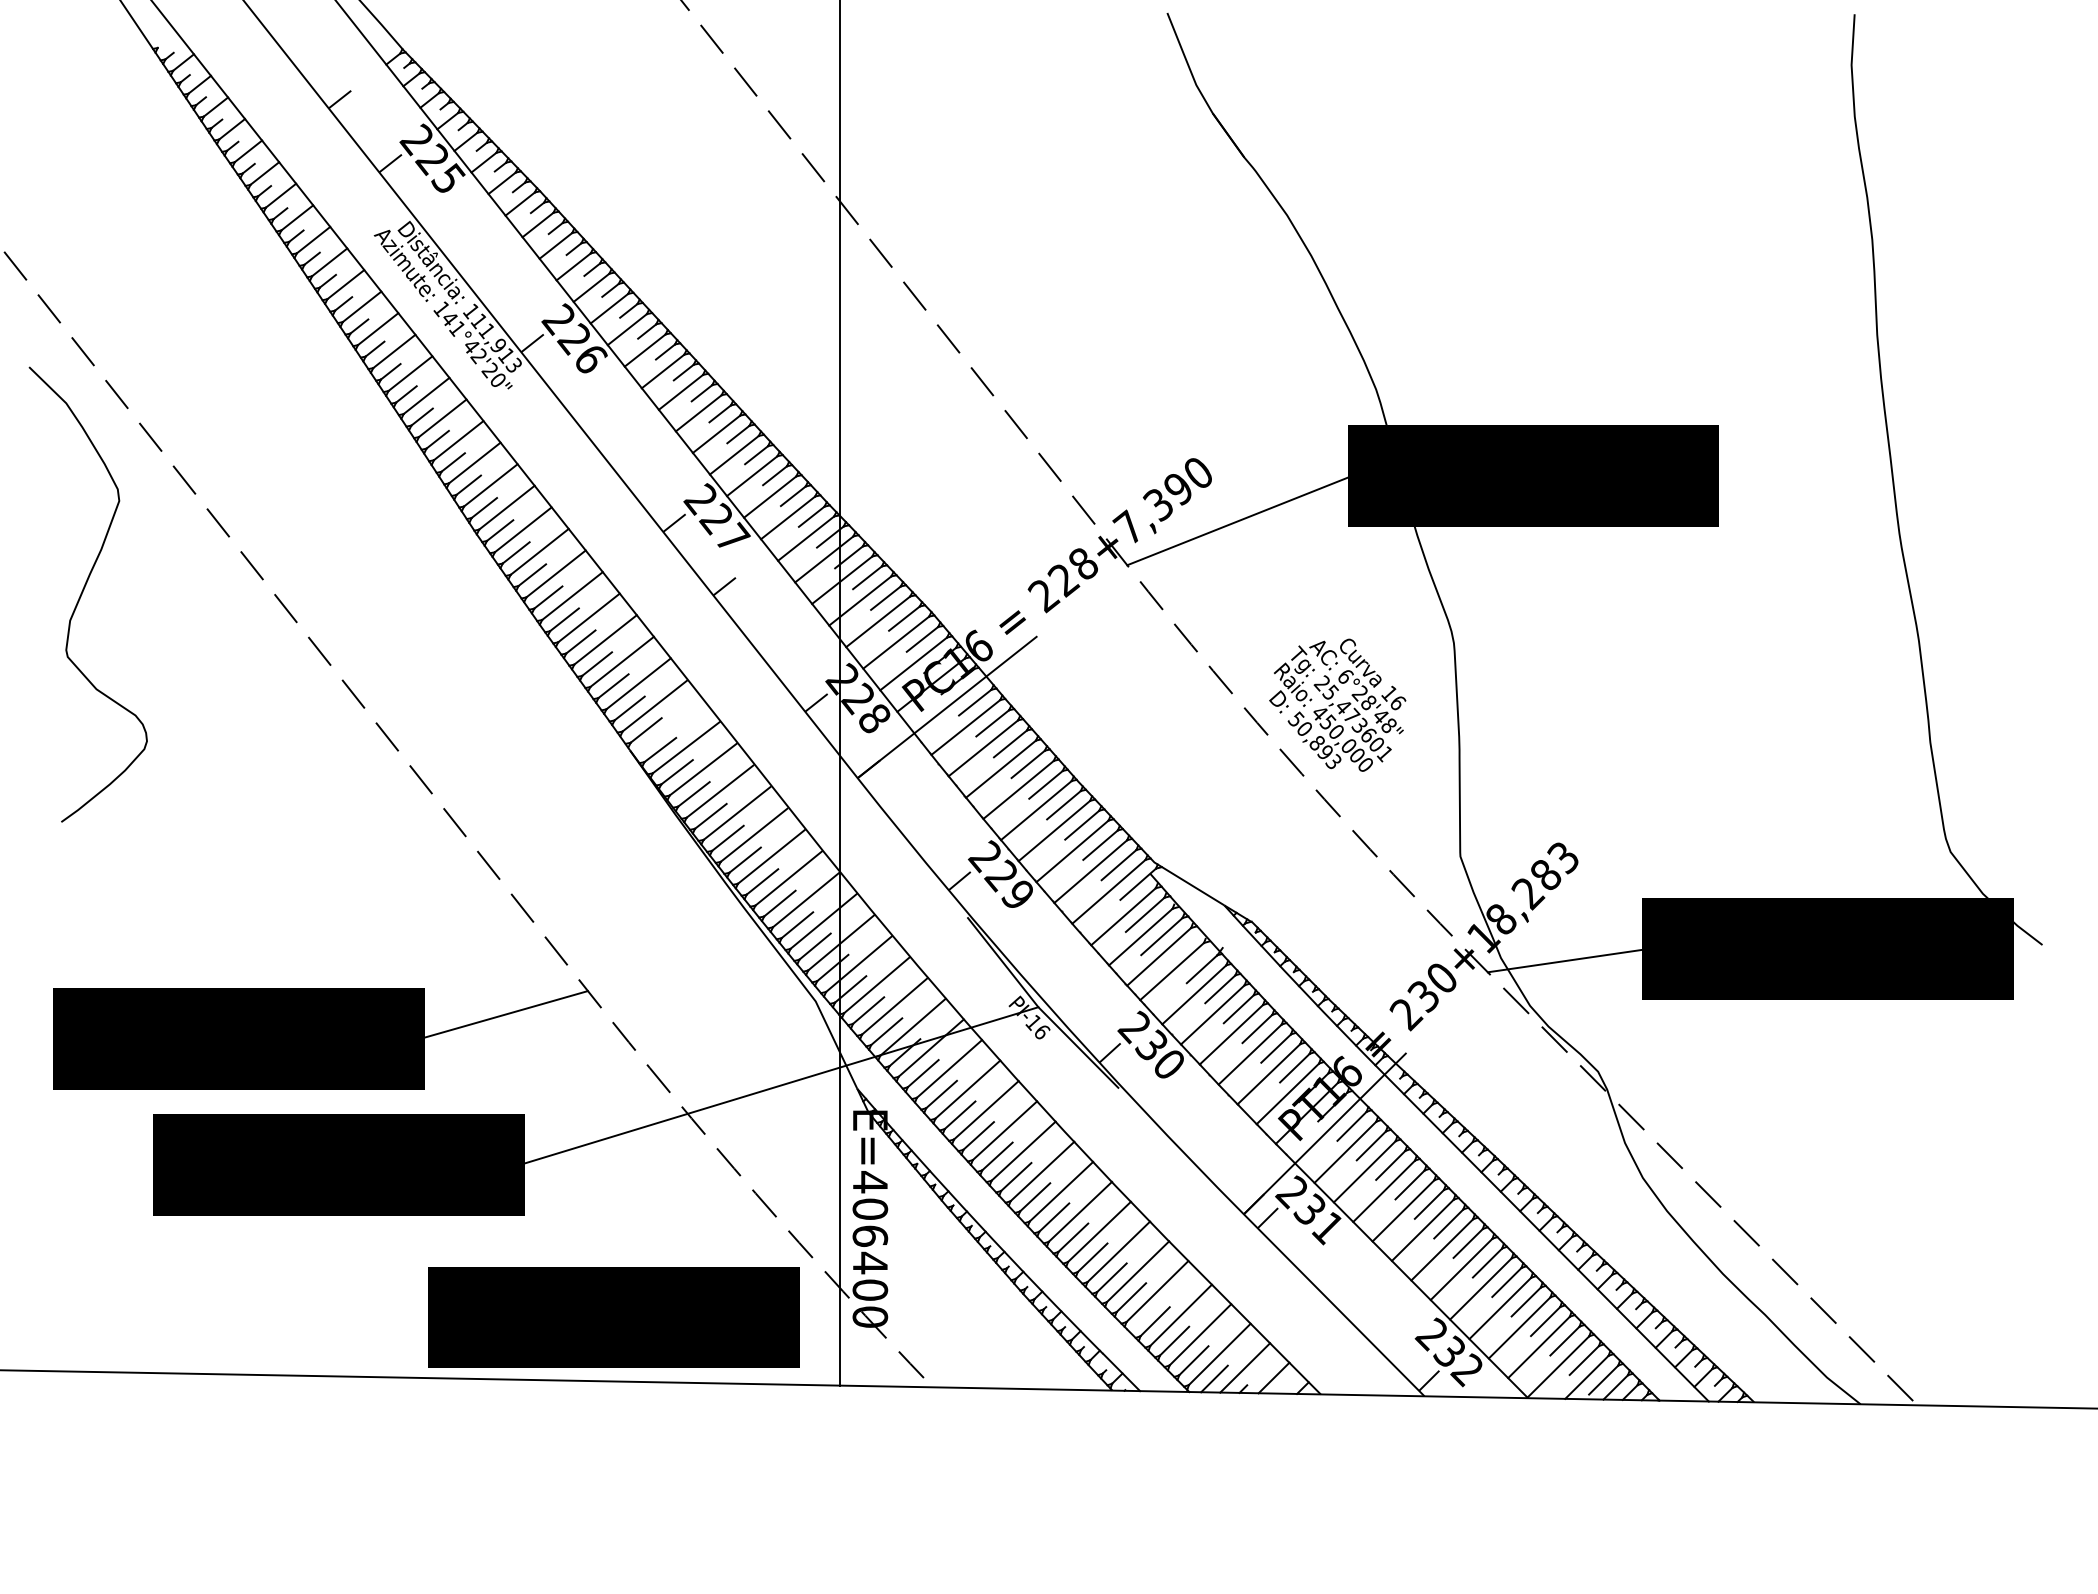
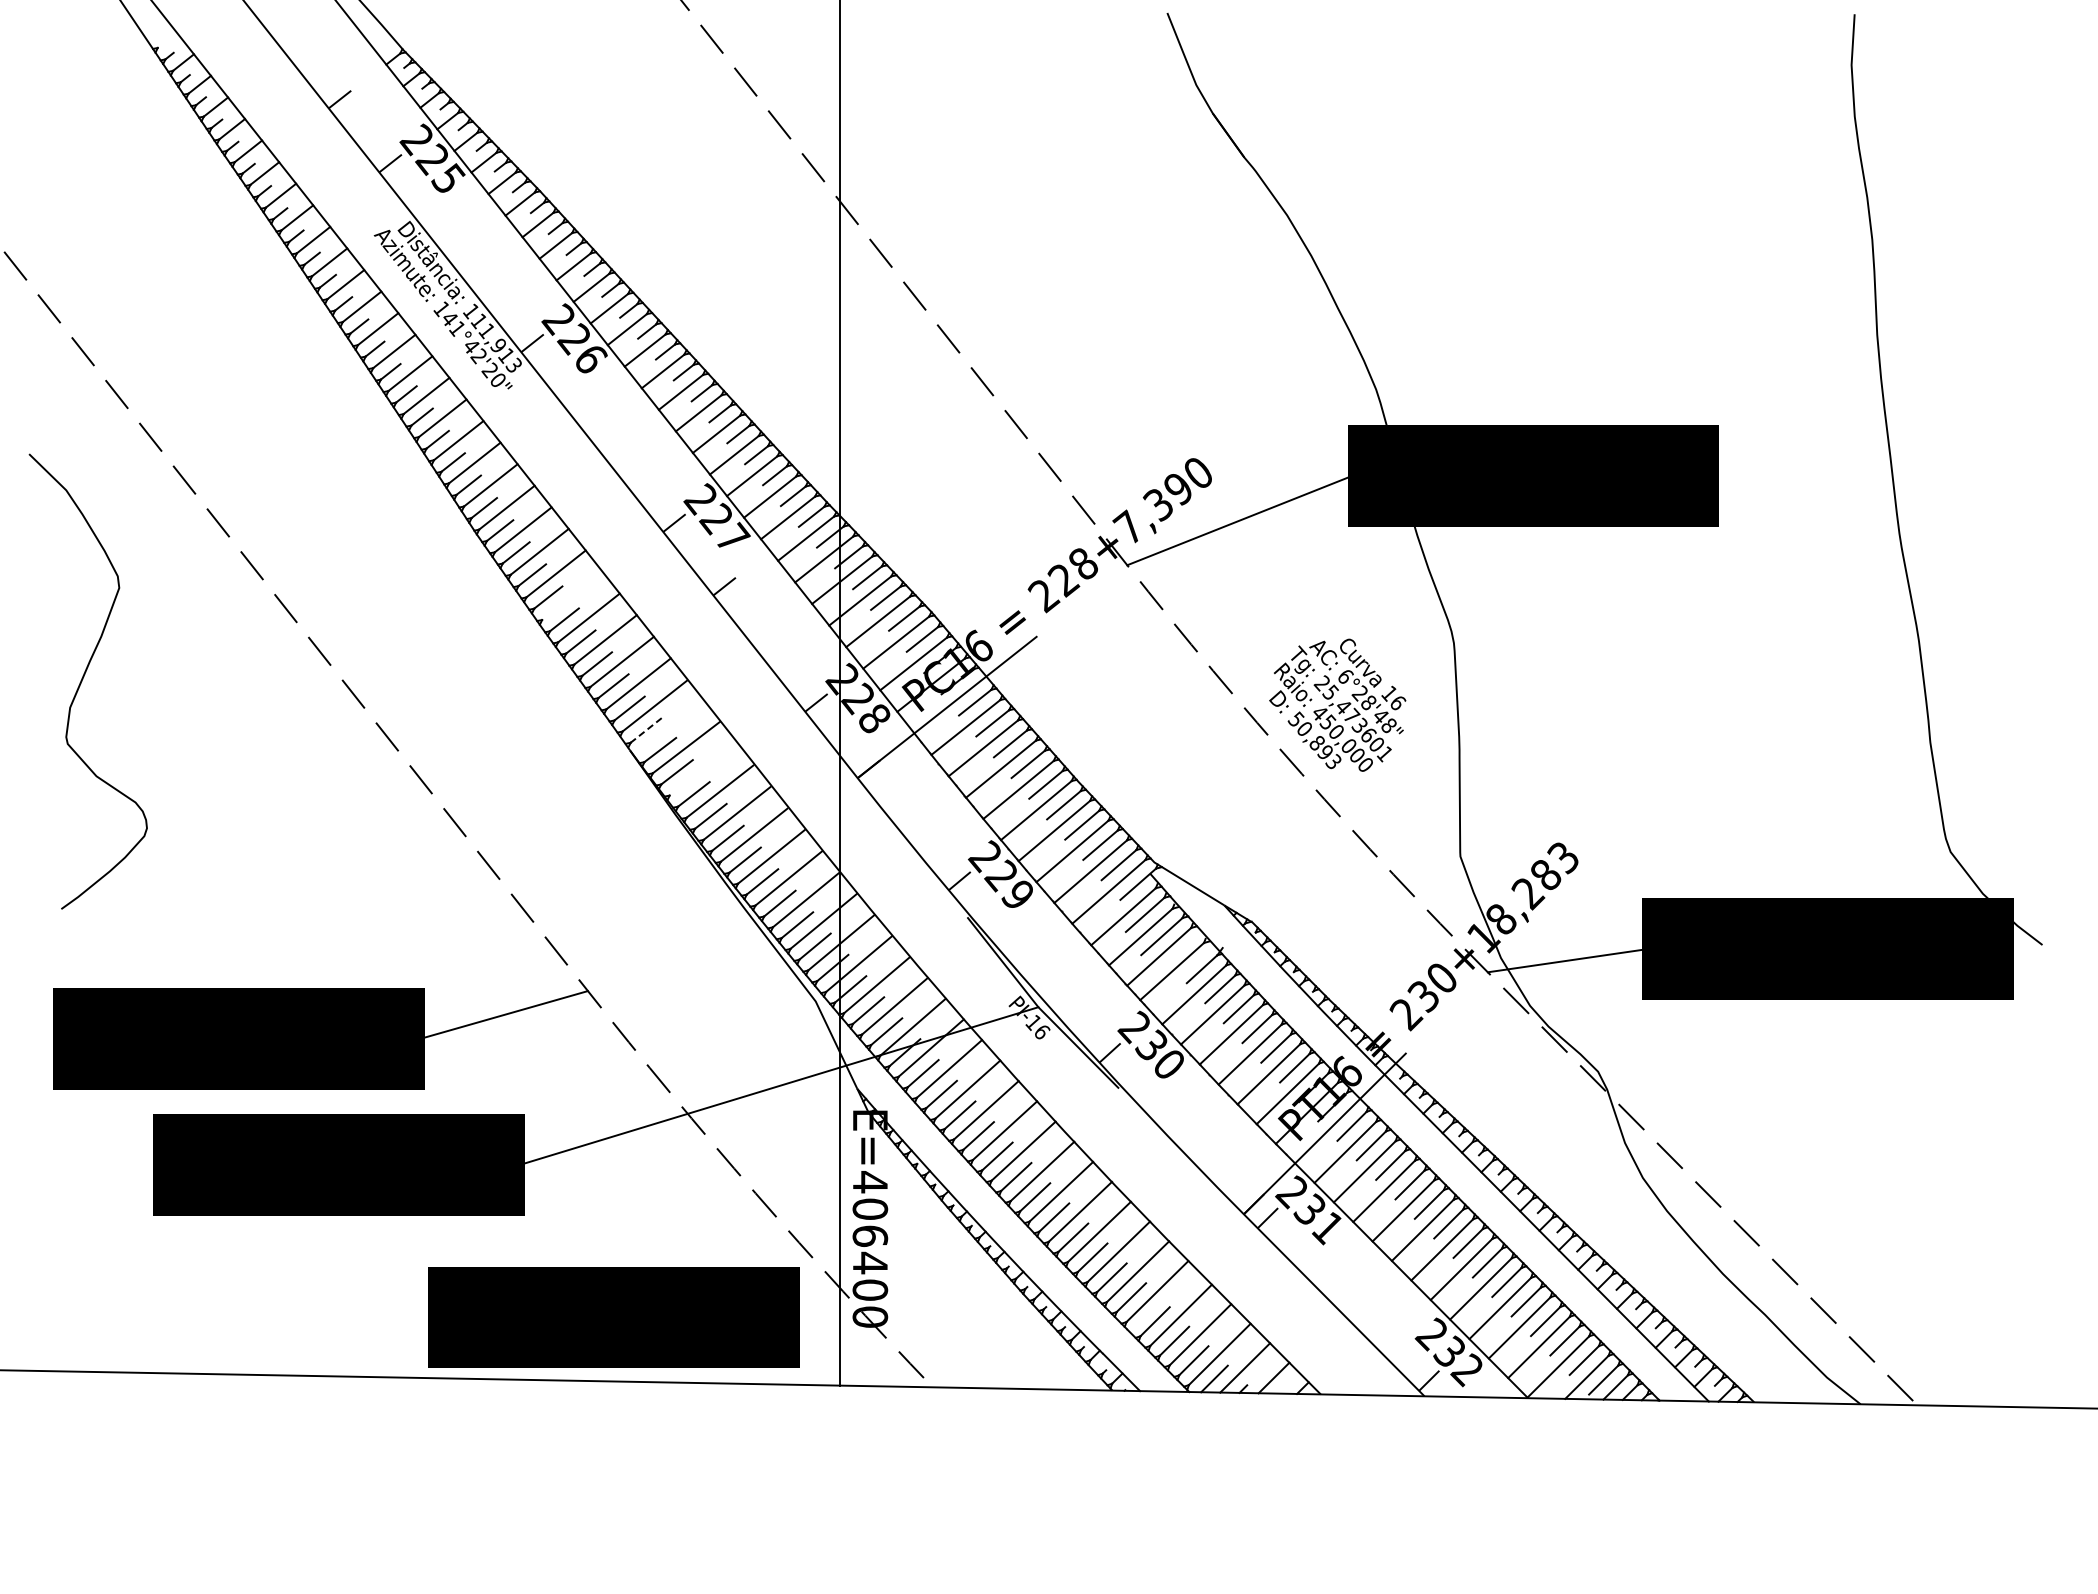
curve at (83, 592) position: (83, 592) -> (83, 679)
line at (572, 596): present -> none
line at (646, 730): solid -> dashed
line at (702, 769): present -> none
